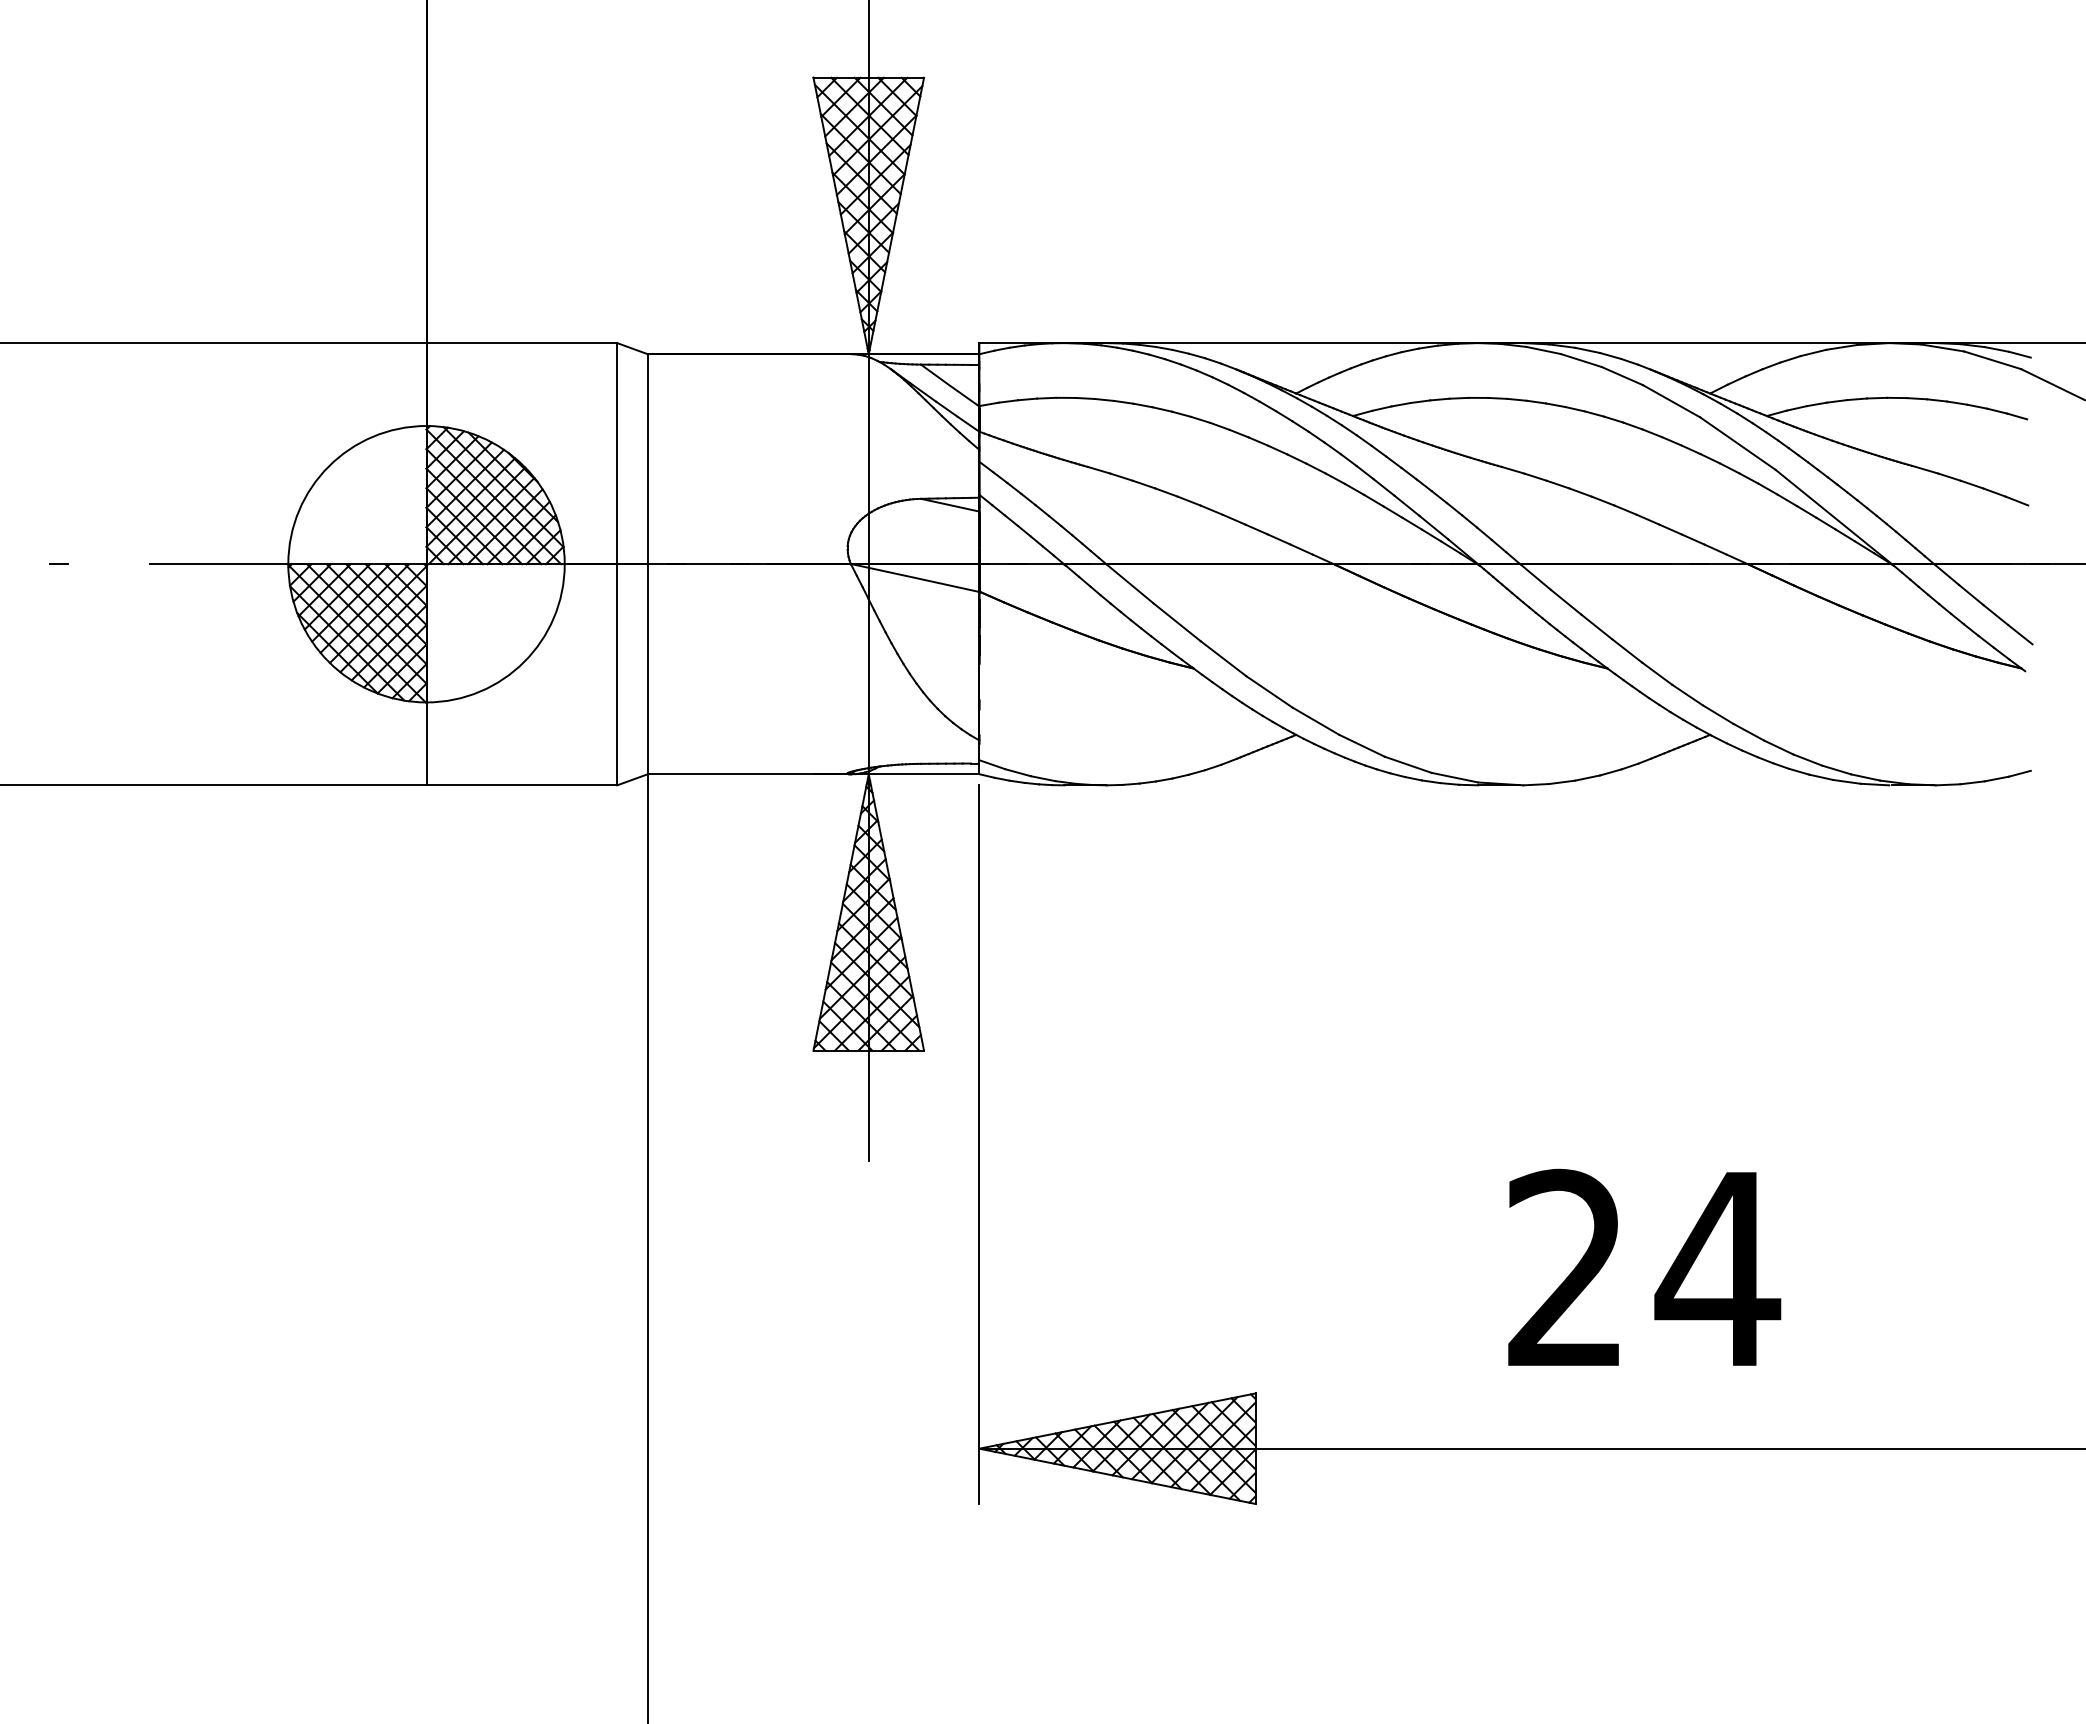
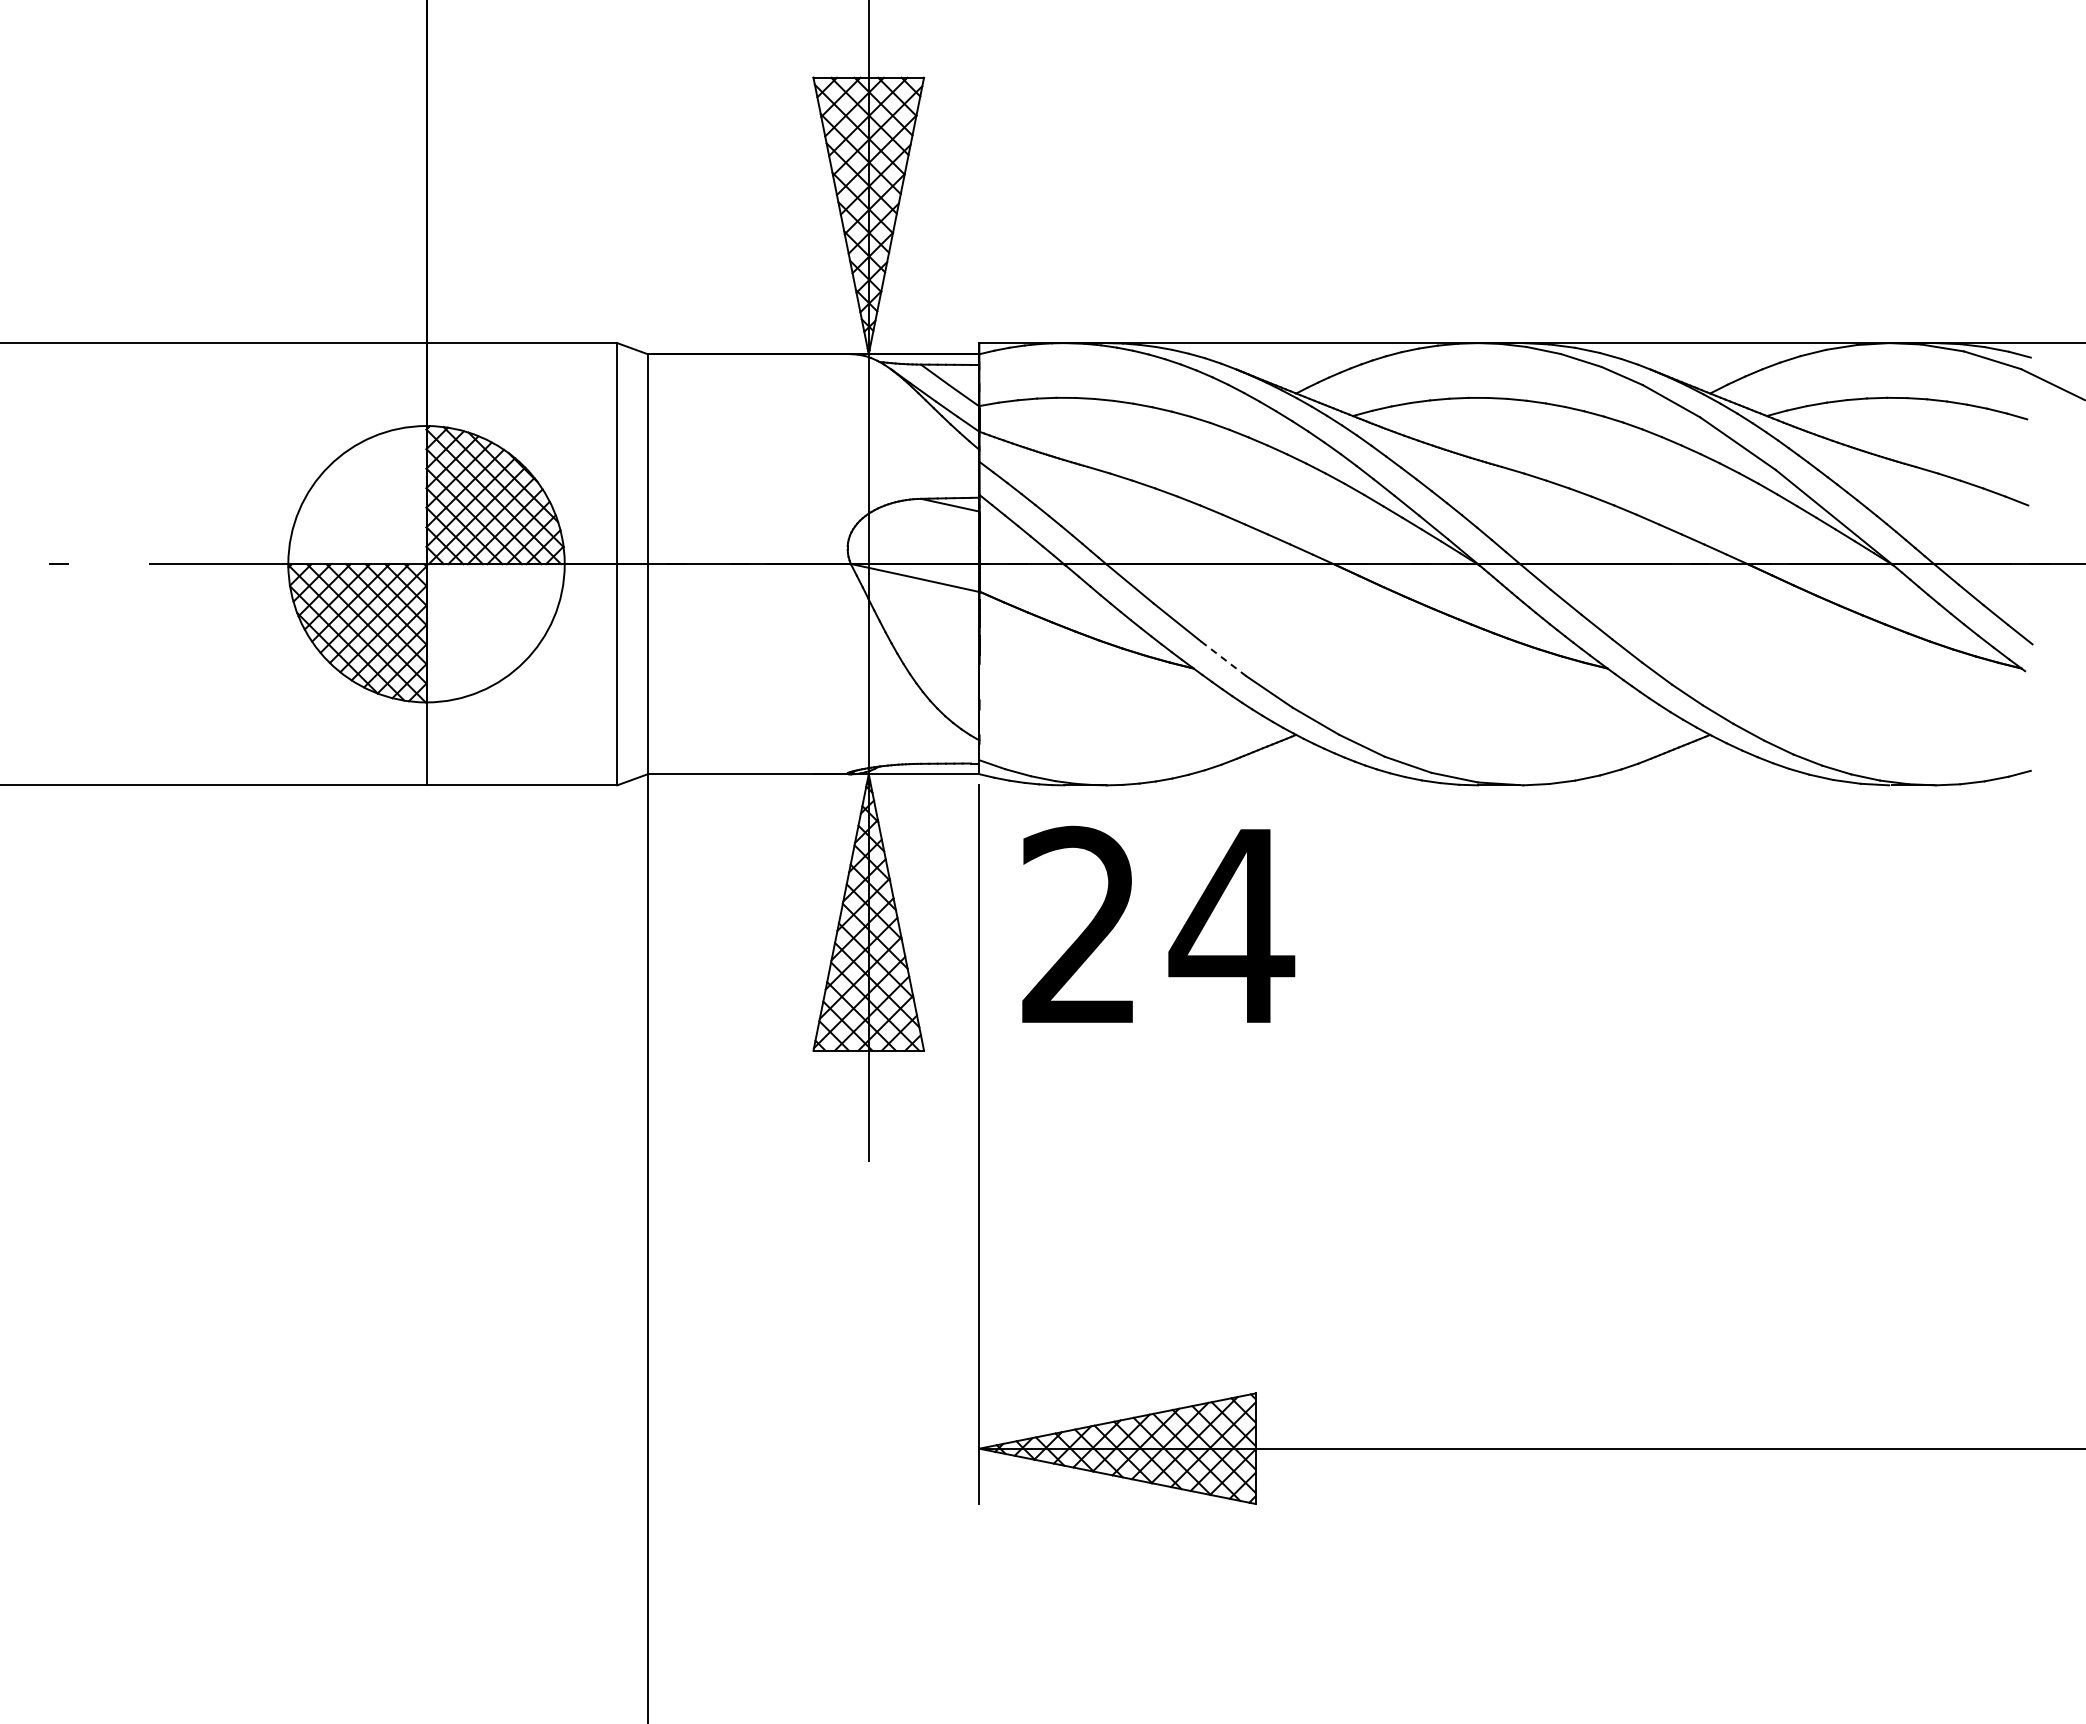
line at (1223, 658): solid -> dashed
text at (1644, 1266) position: (1644, 1266) -> (1158, 923)
